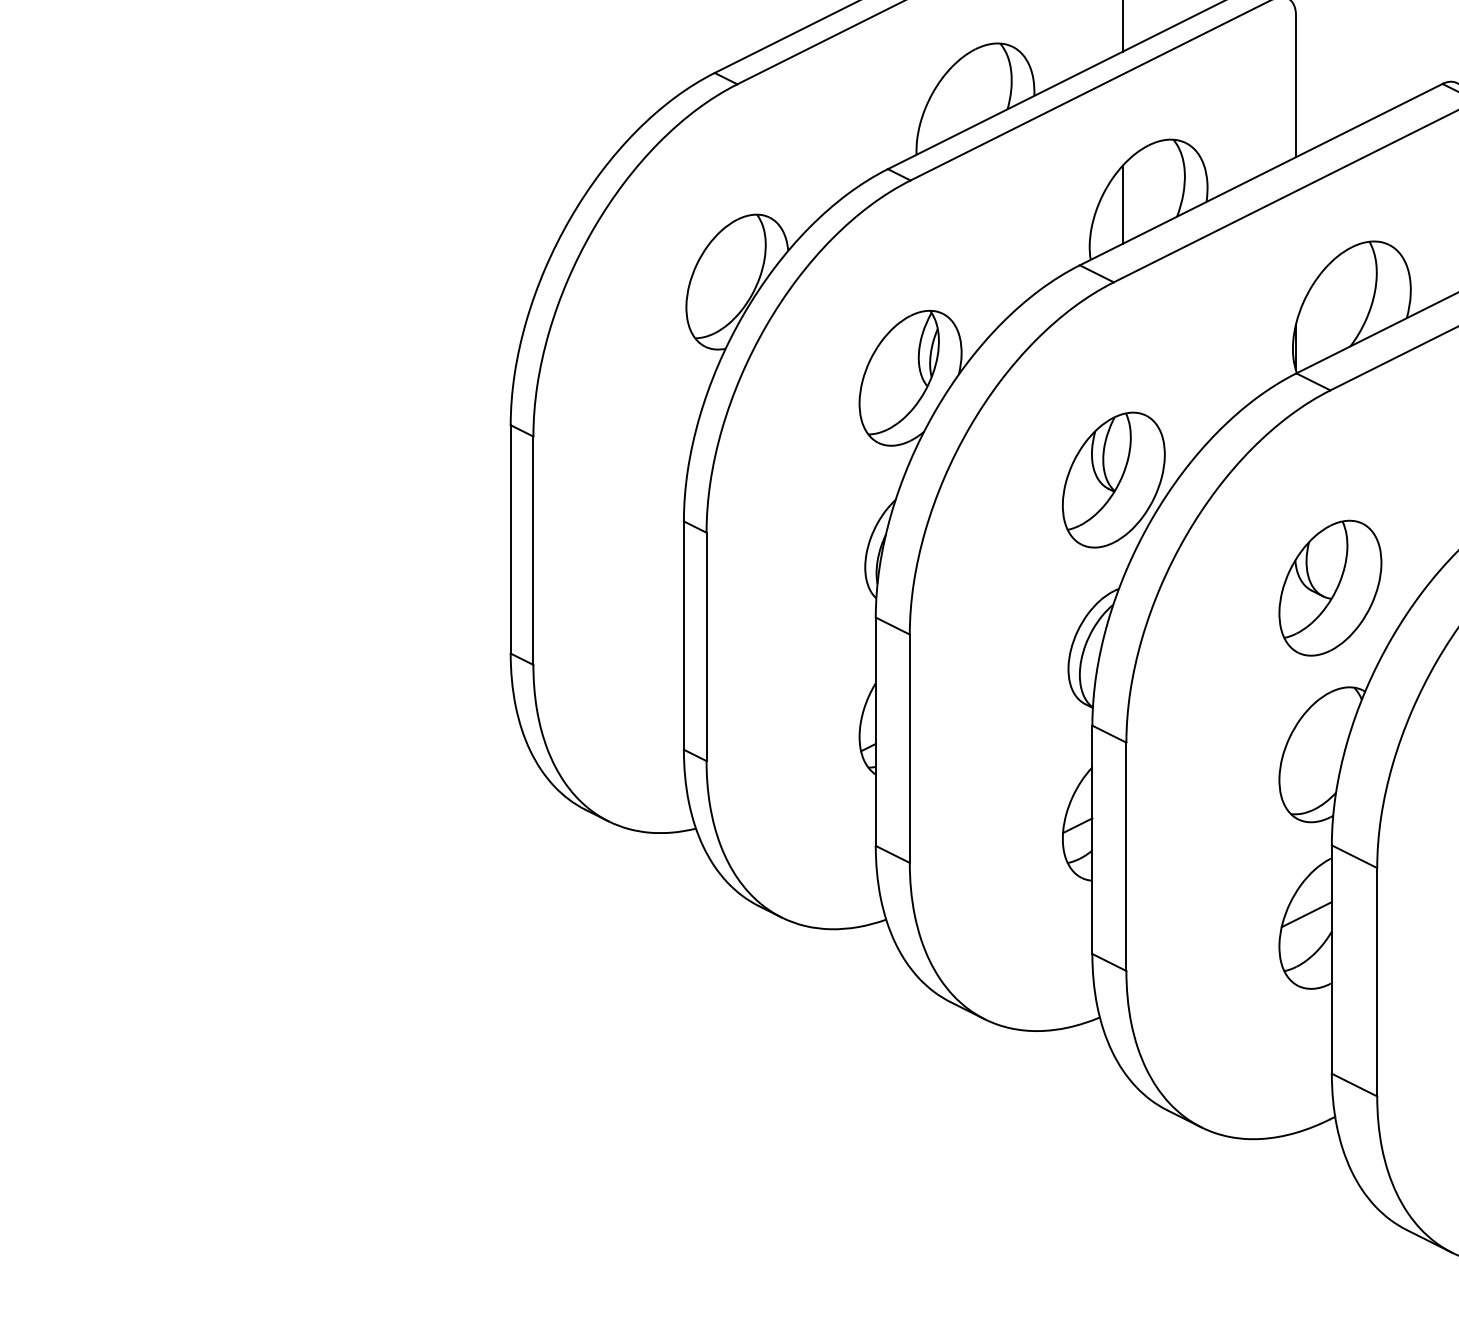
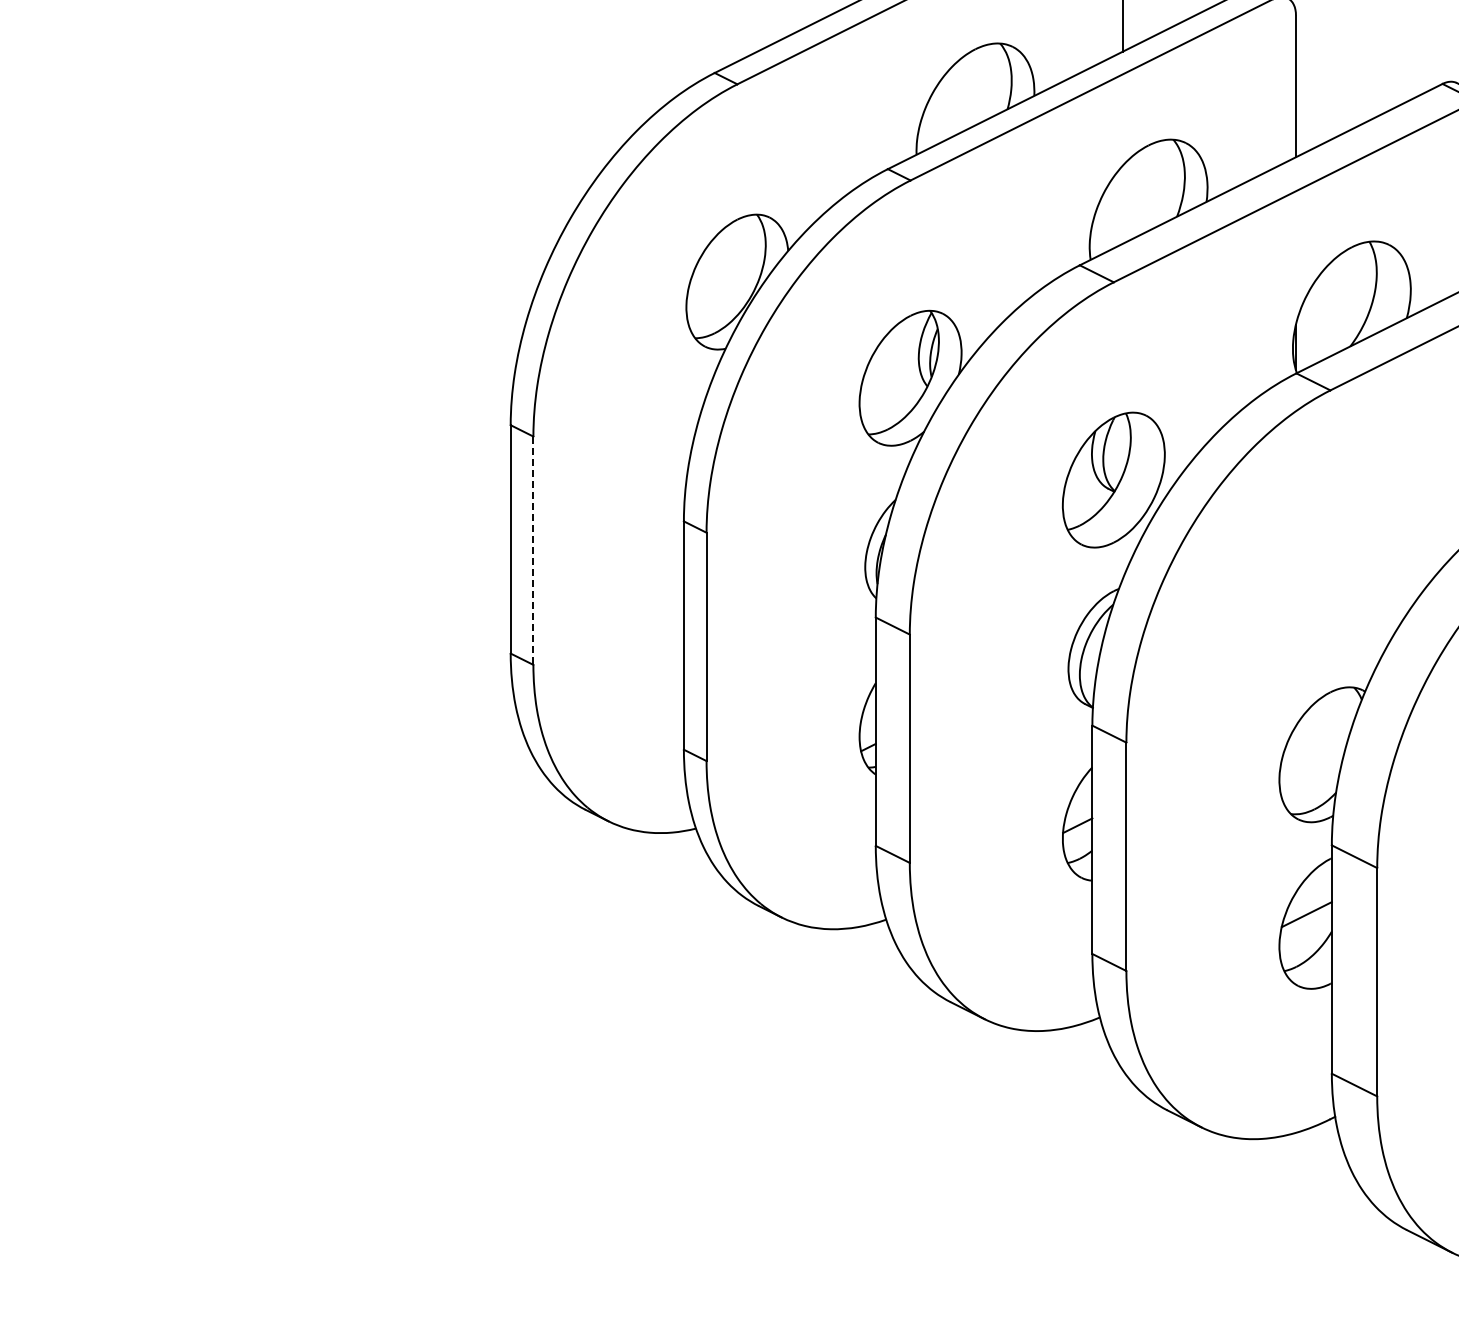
line at (1122, 204): present -> none
line at (533, 551): solid -> dashed
part at (1330, 587): present -> none
